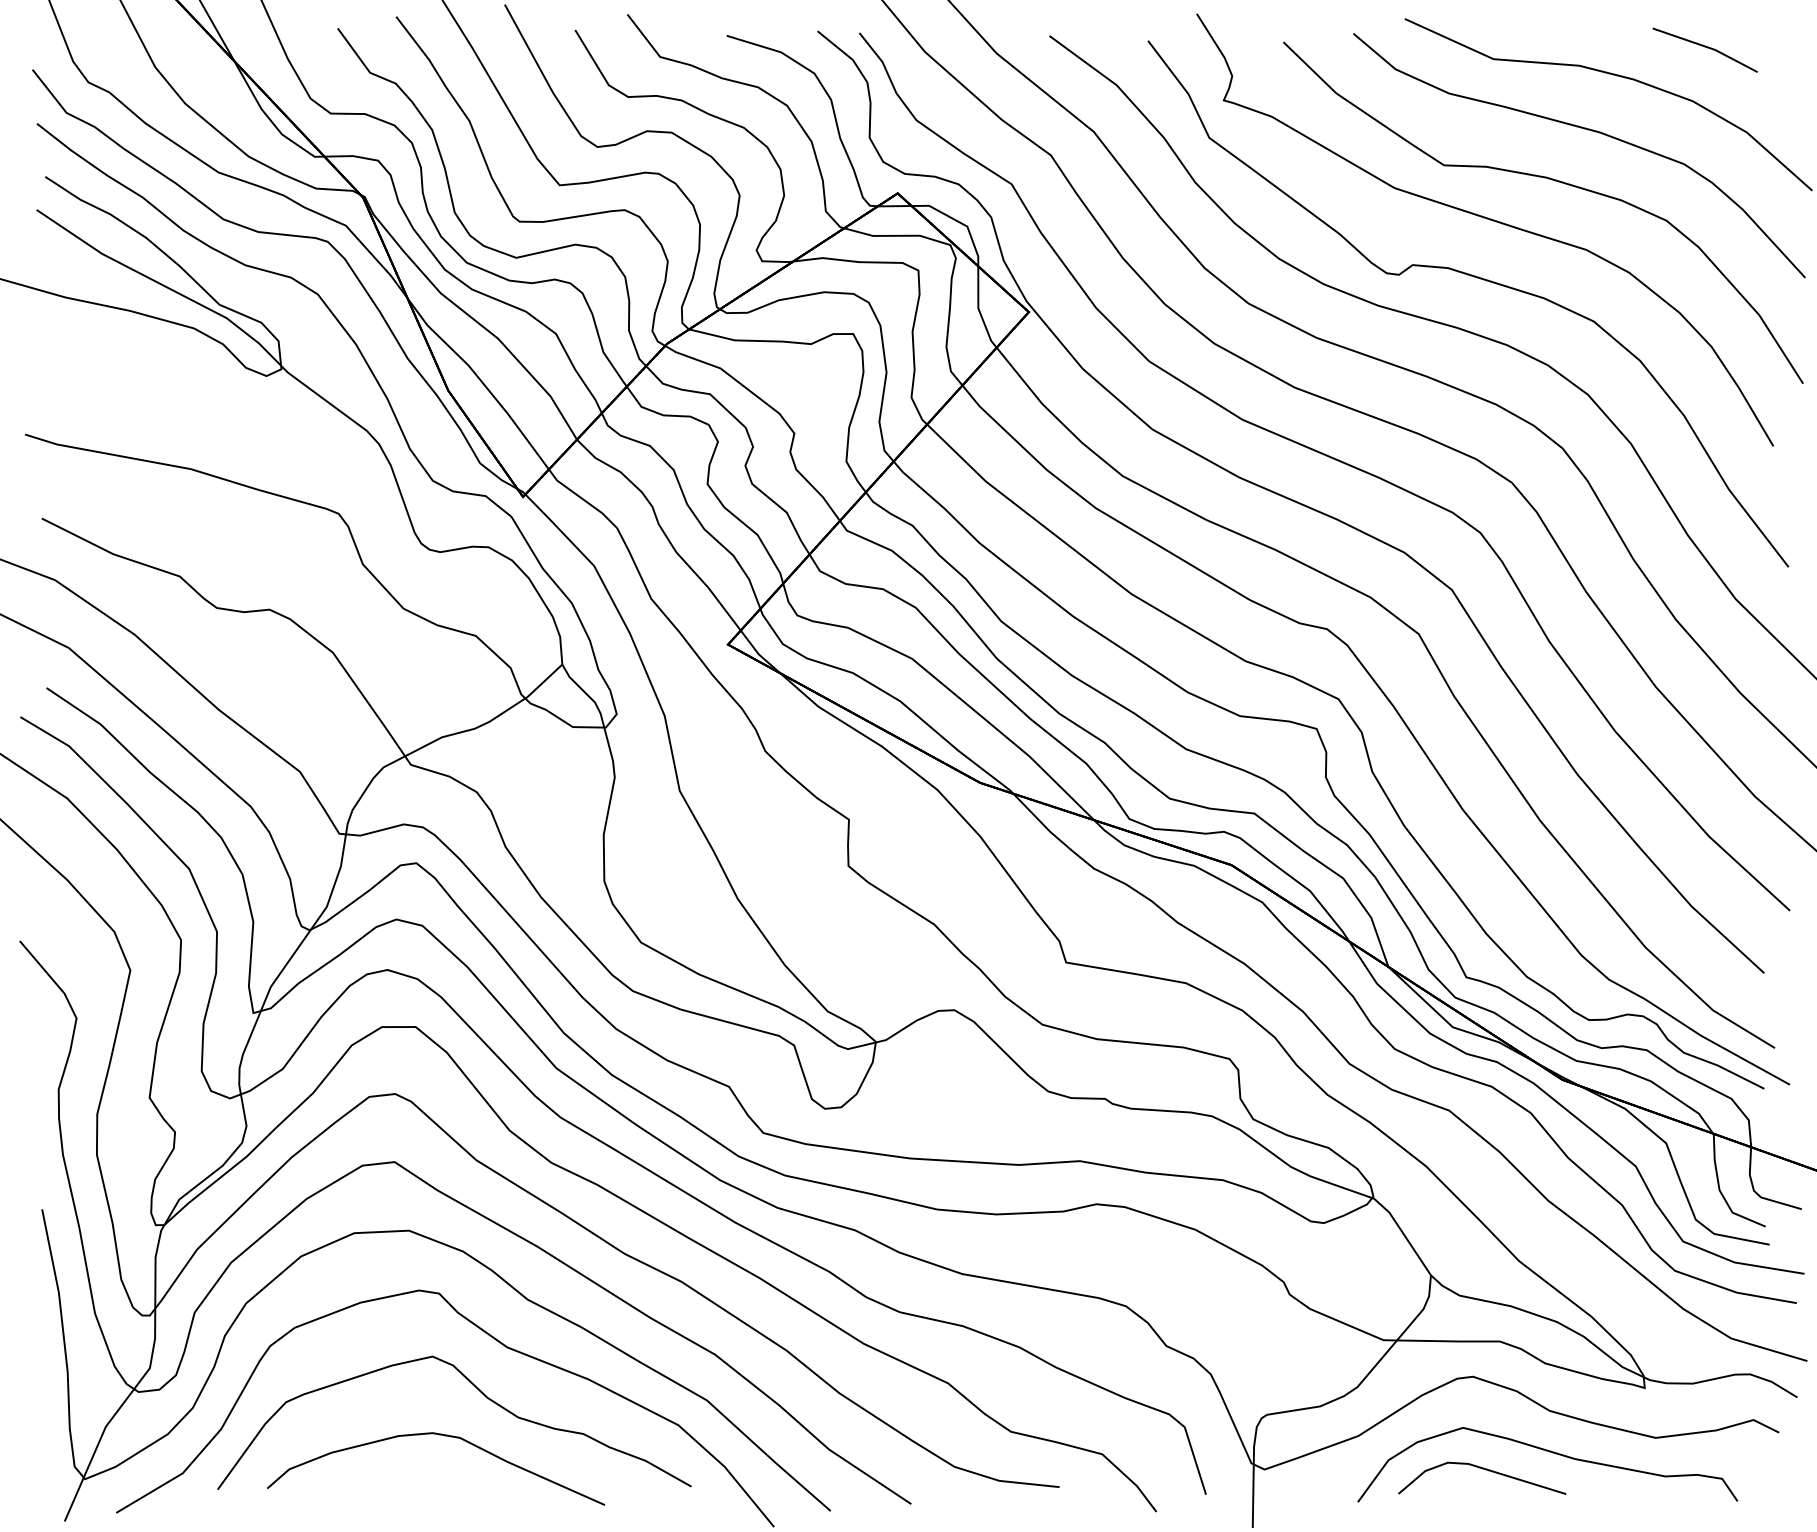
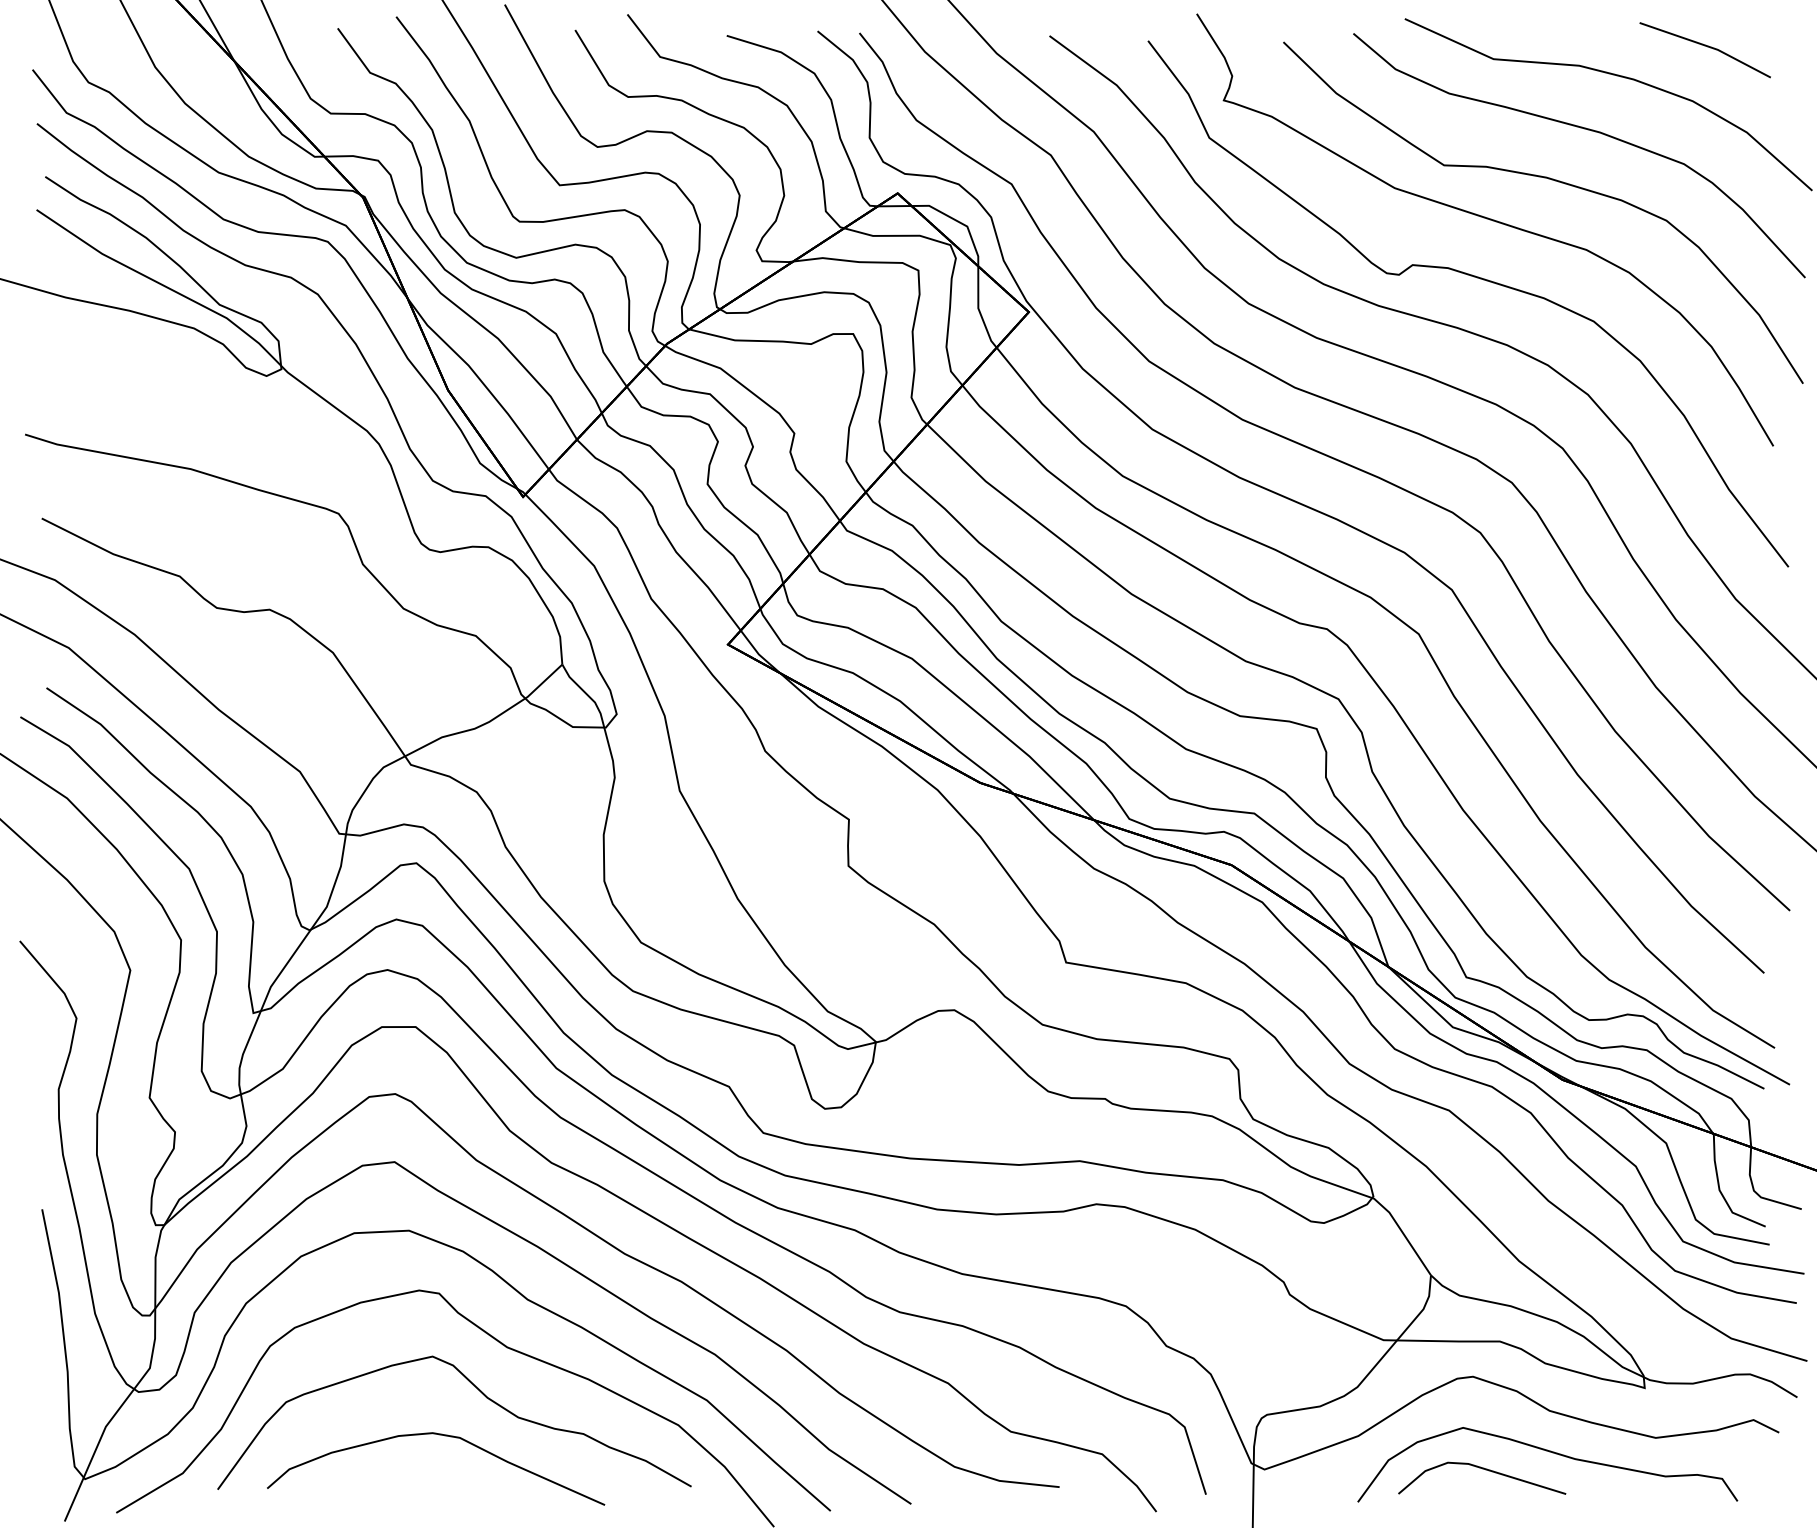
part at (1704, 49) size: 106x46 px -> 132x57 px
